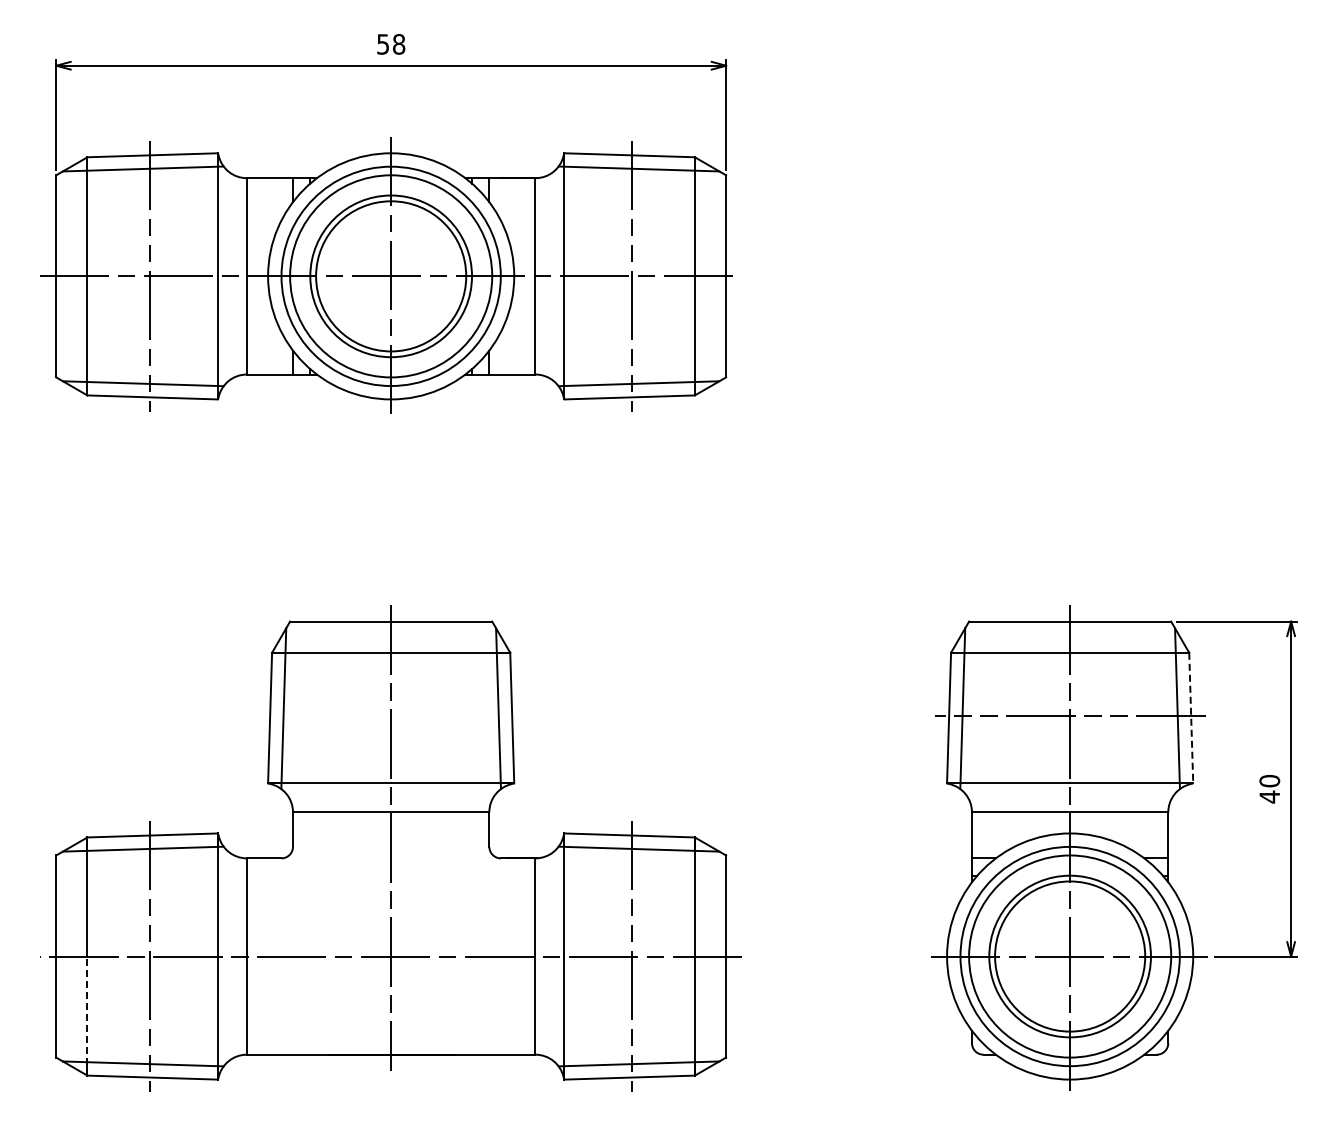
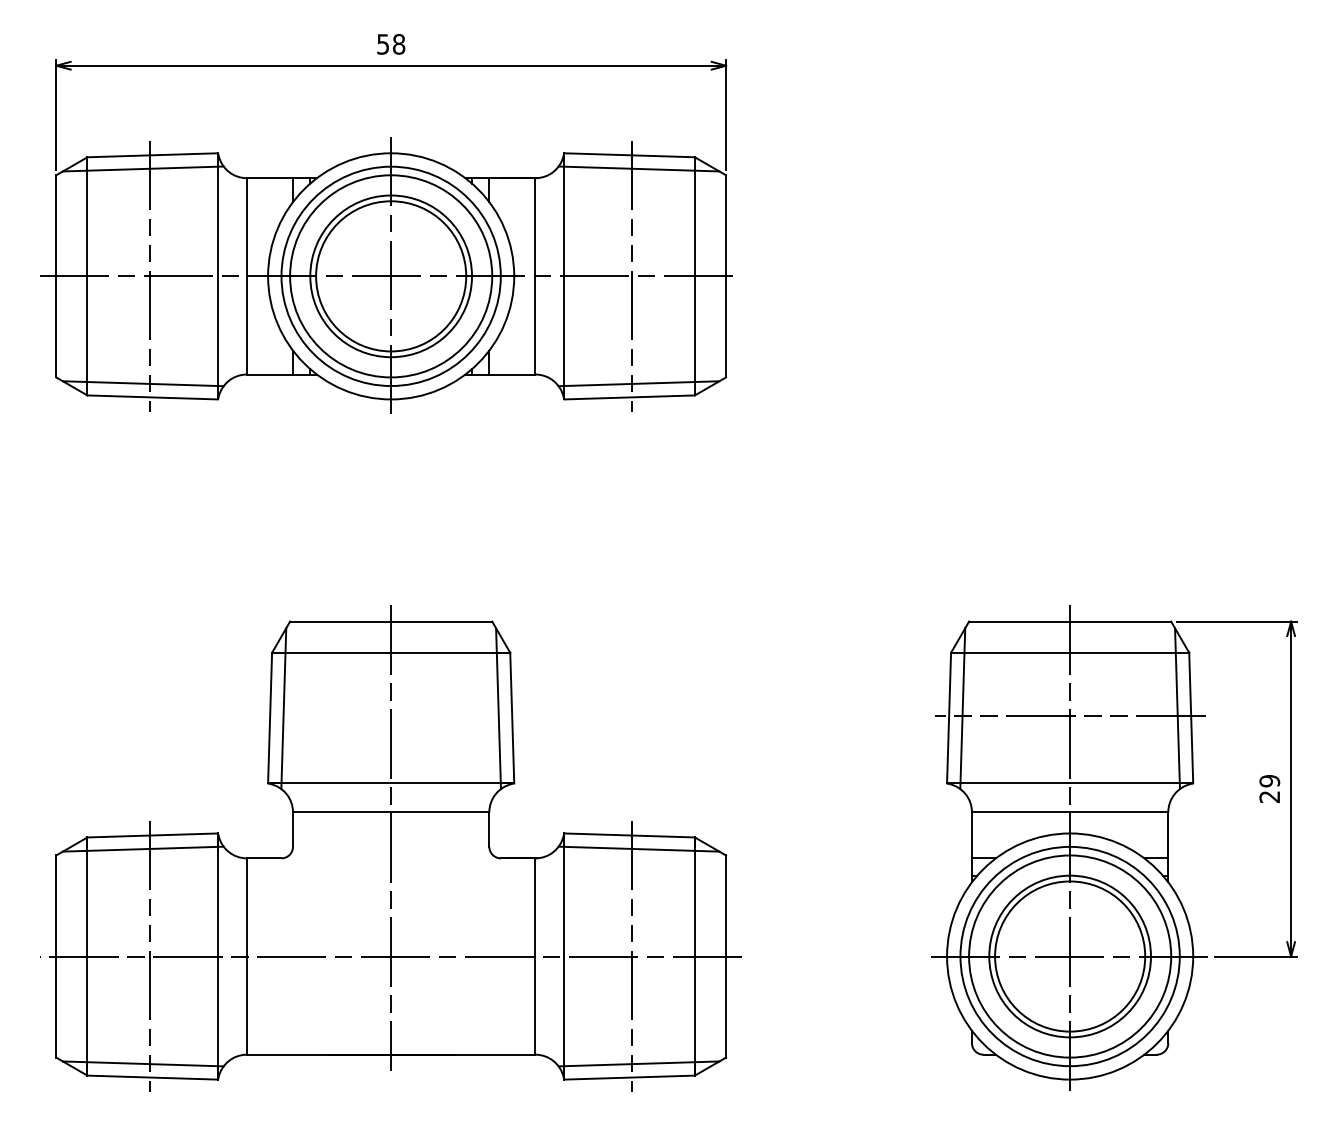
line at (1191, 718): dashed -> solid
text at (1269, 788): 40 -> 29
line at (87, 1016): dashed -> solid
